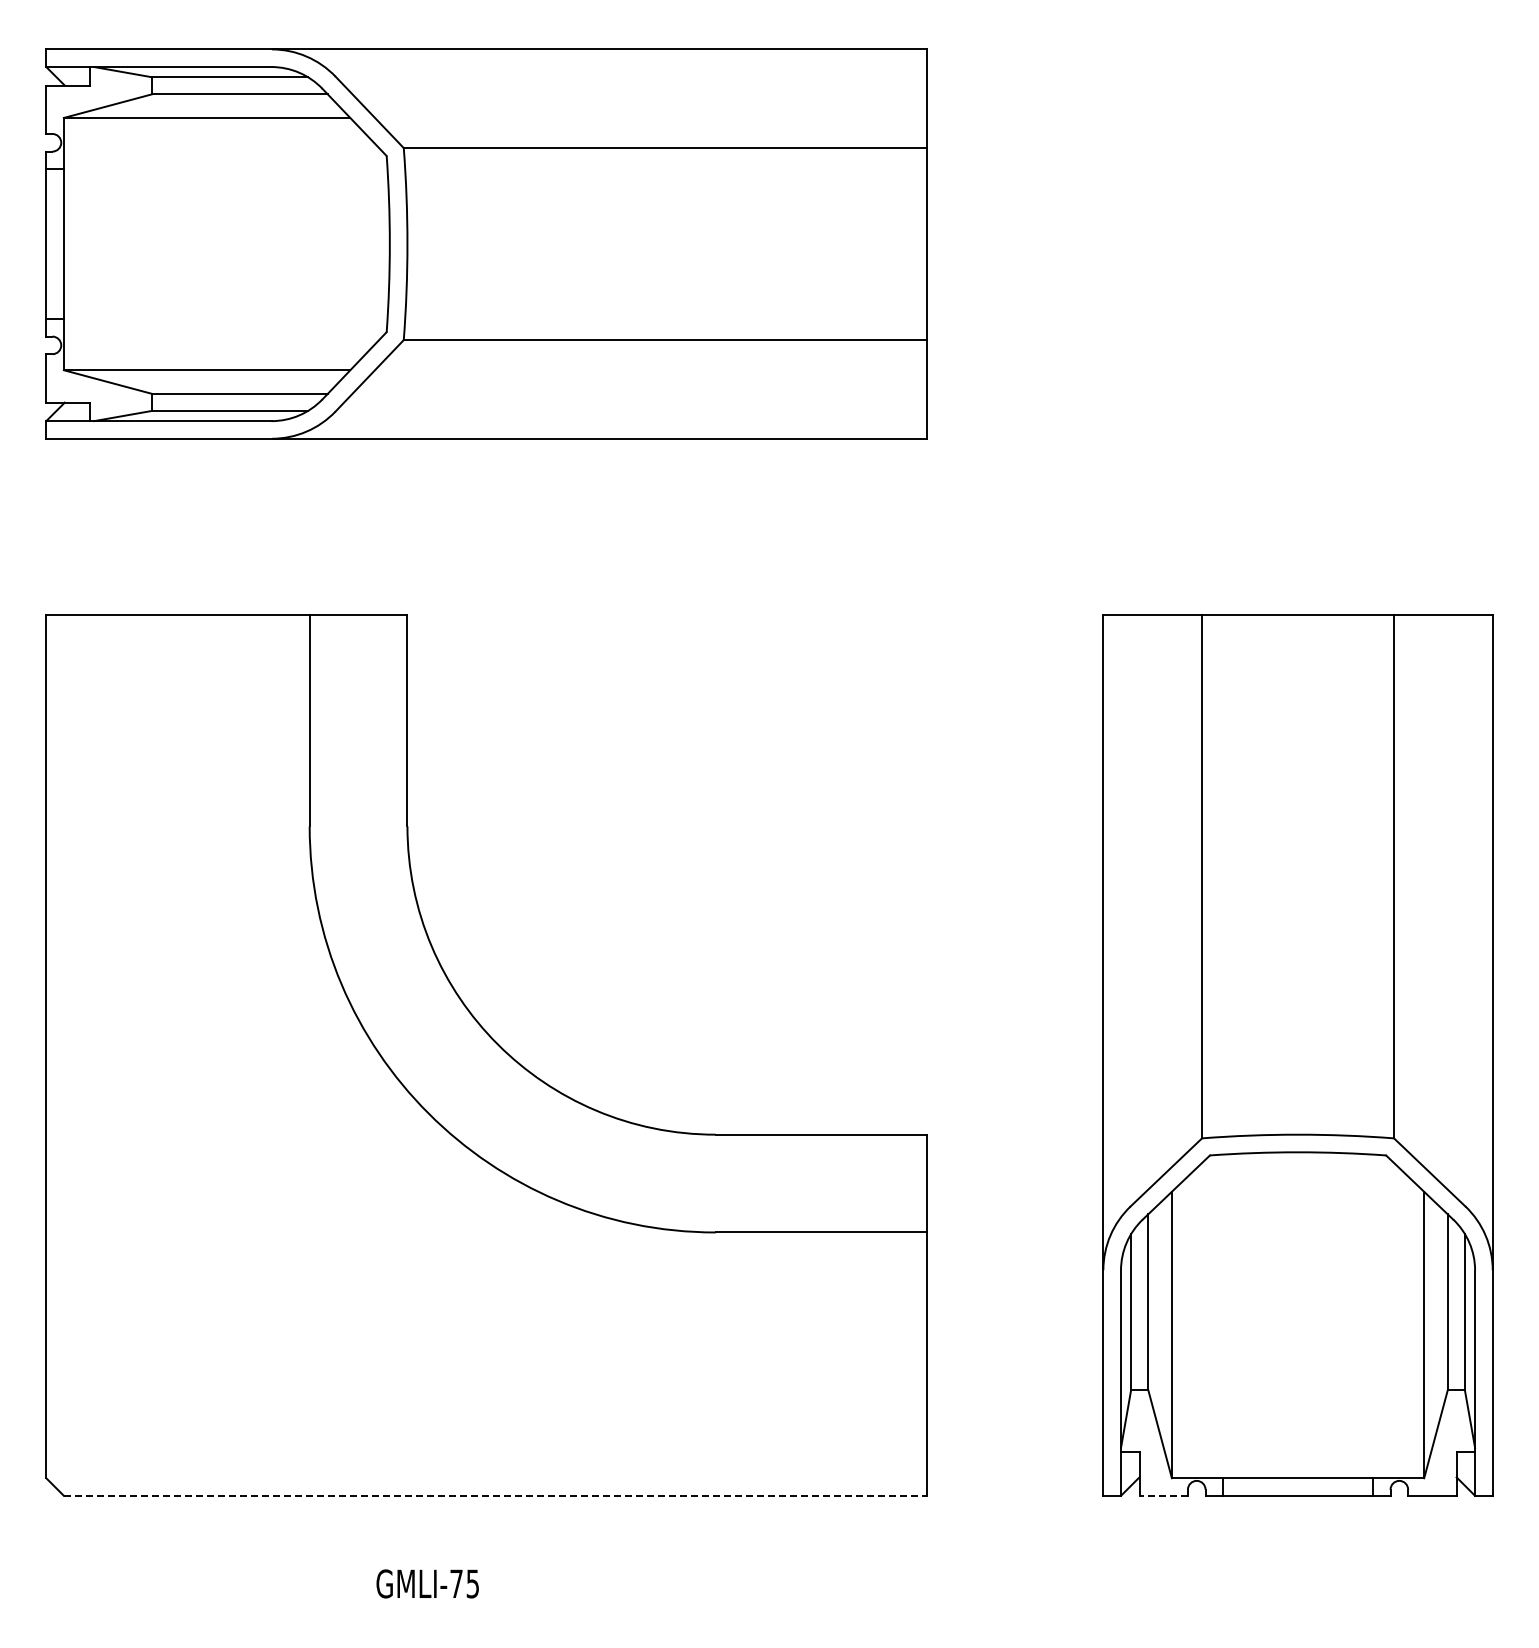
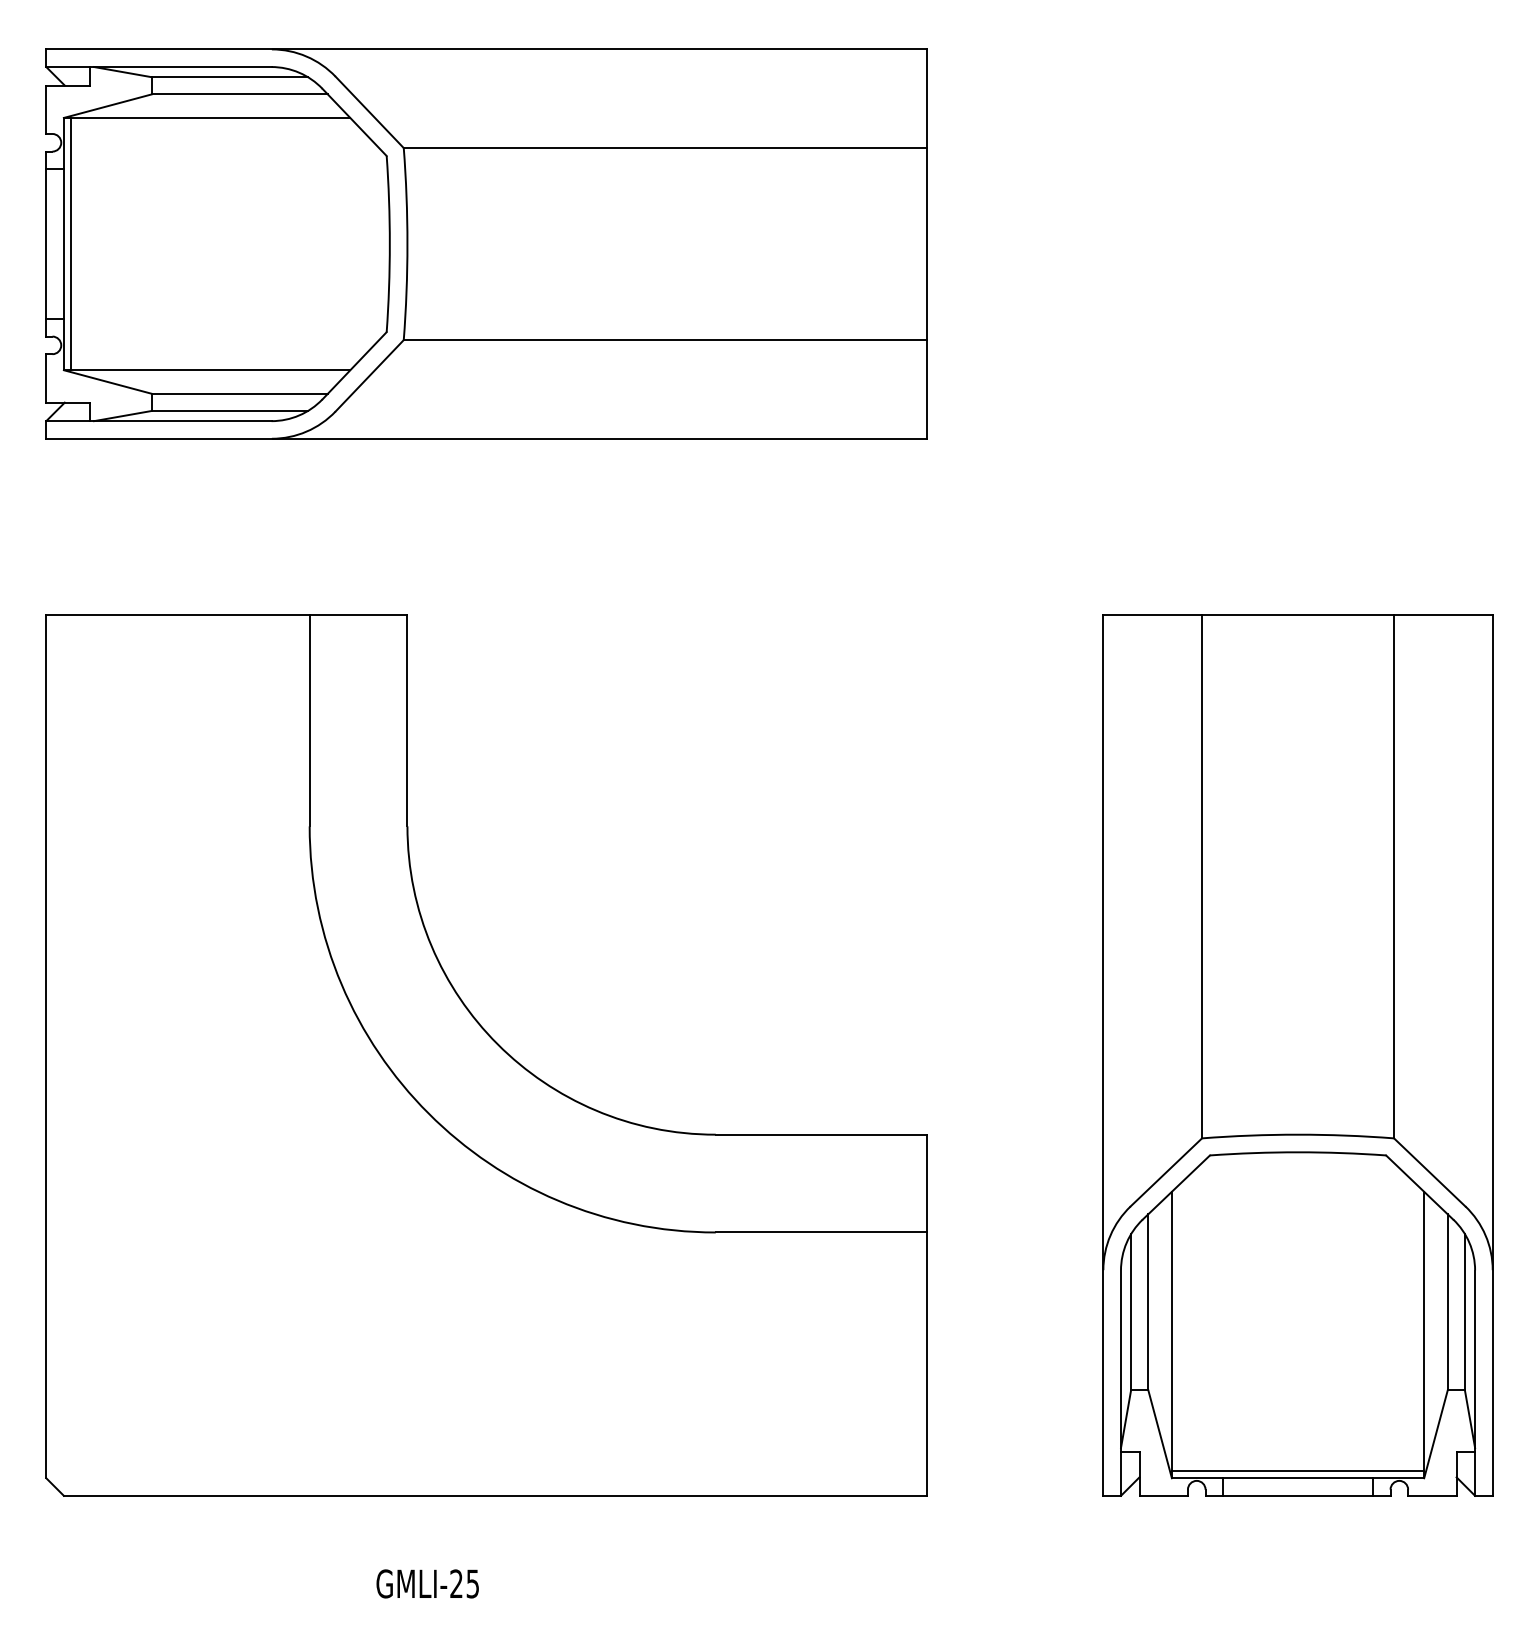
line at (71, 243): none -> present
line at (1297, 1470): none -> present
line at (495, 1495): dashed -> solid
line at (1163, 1495): dashed -> solid
text at (456, 1583): GMLI-75 -> GMLI-25
